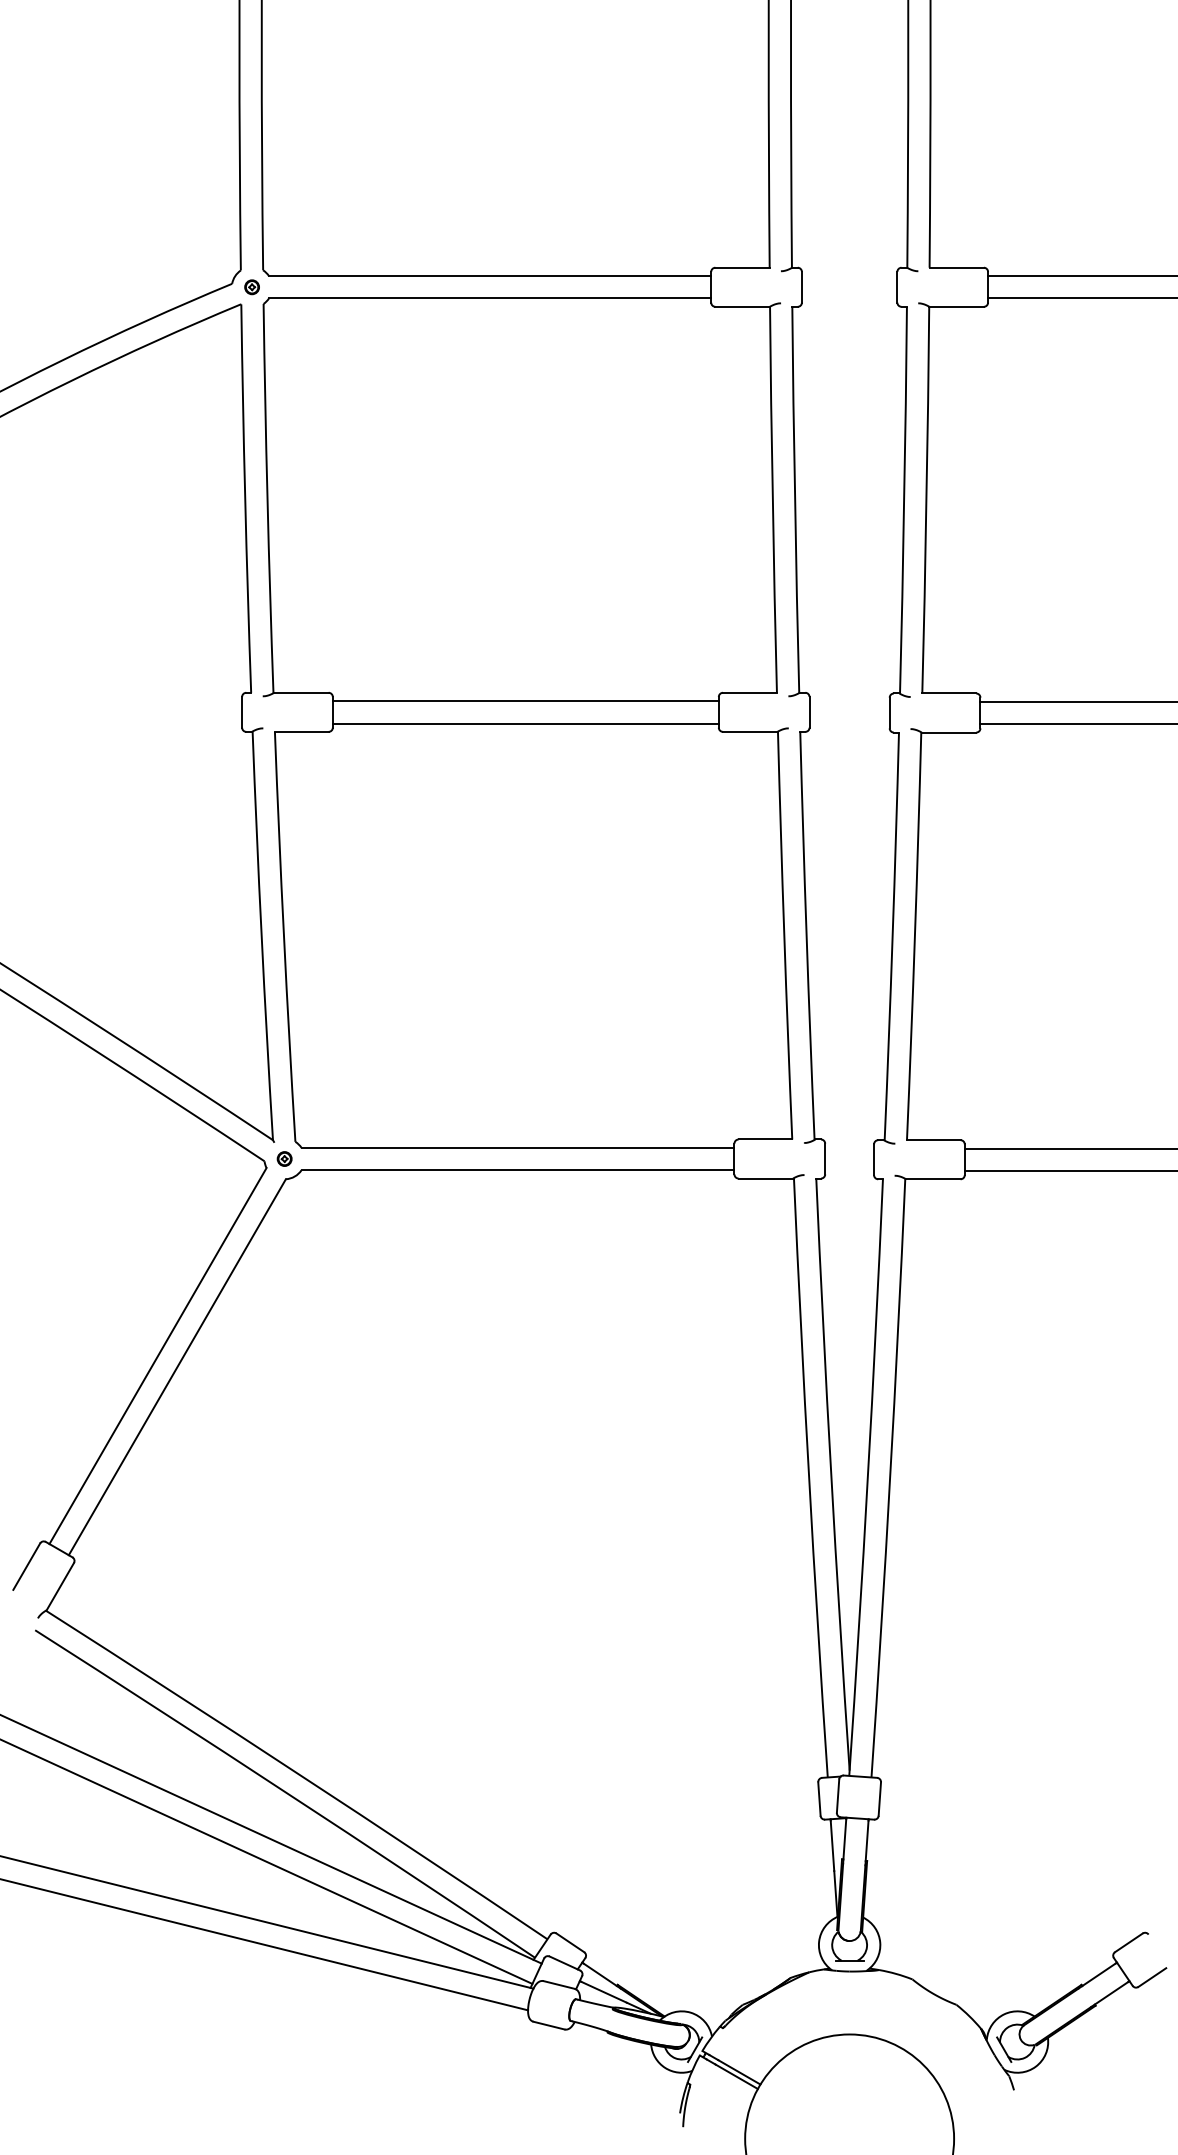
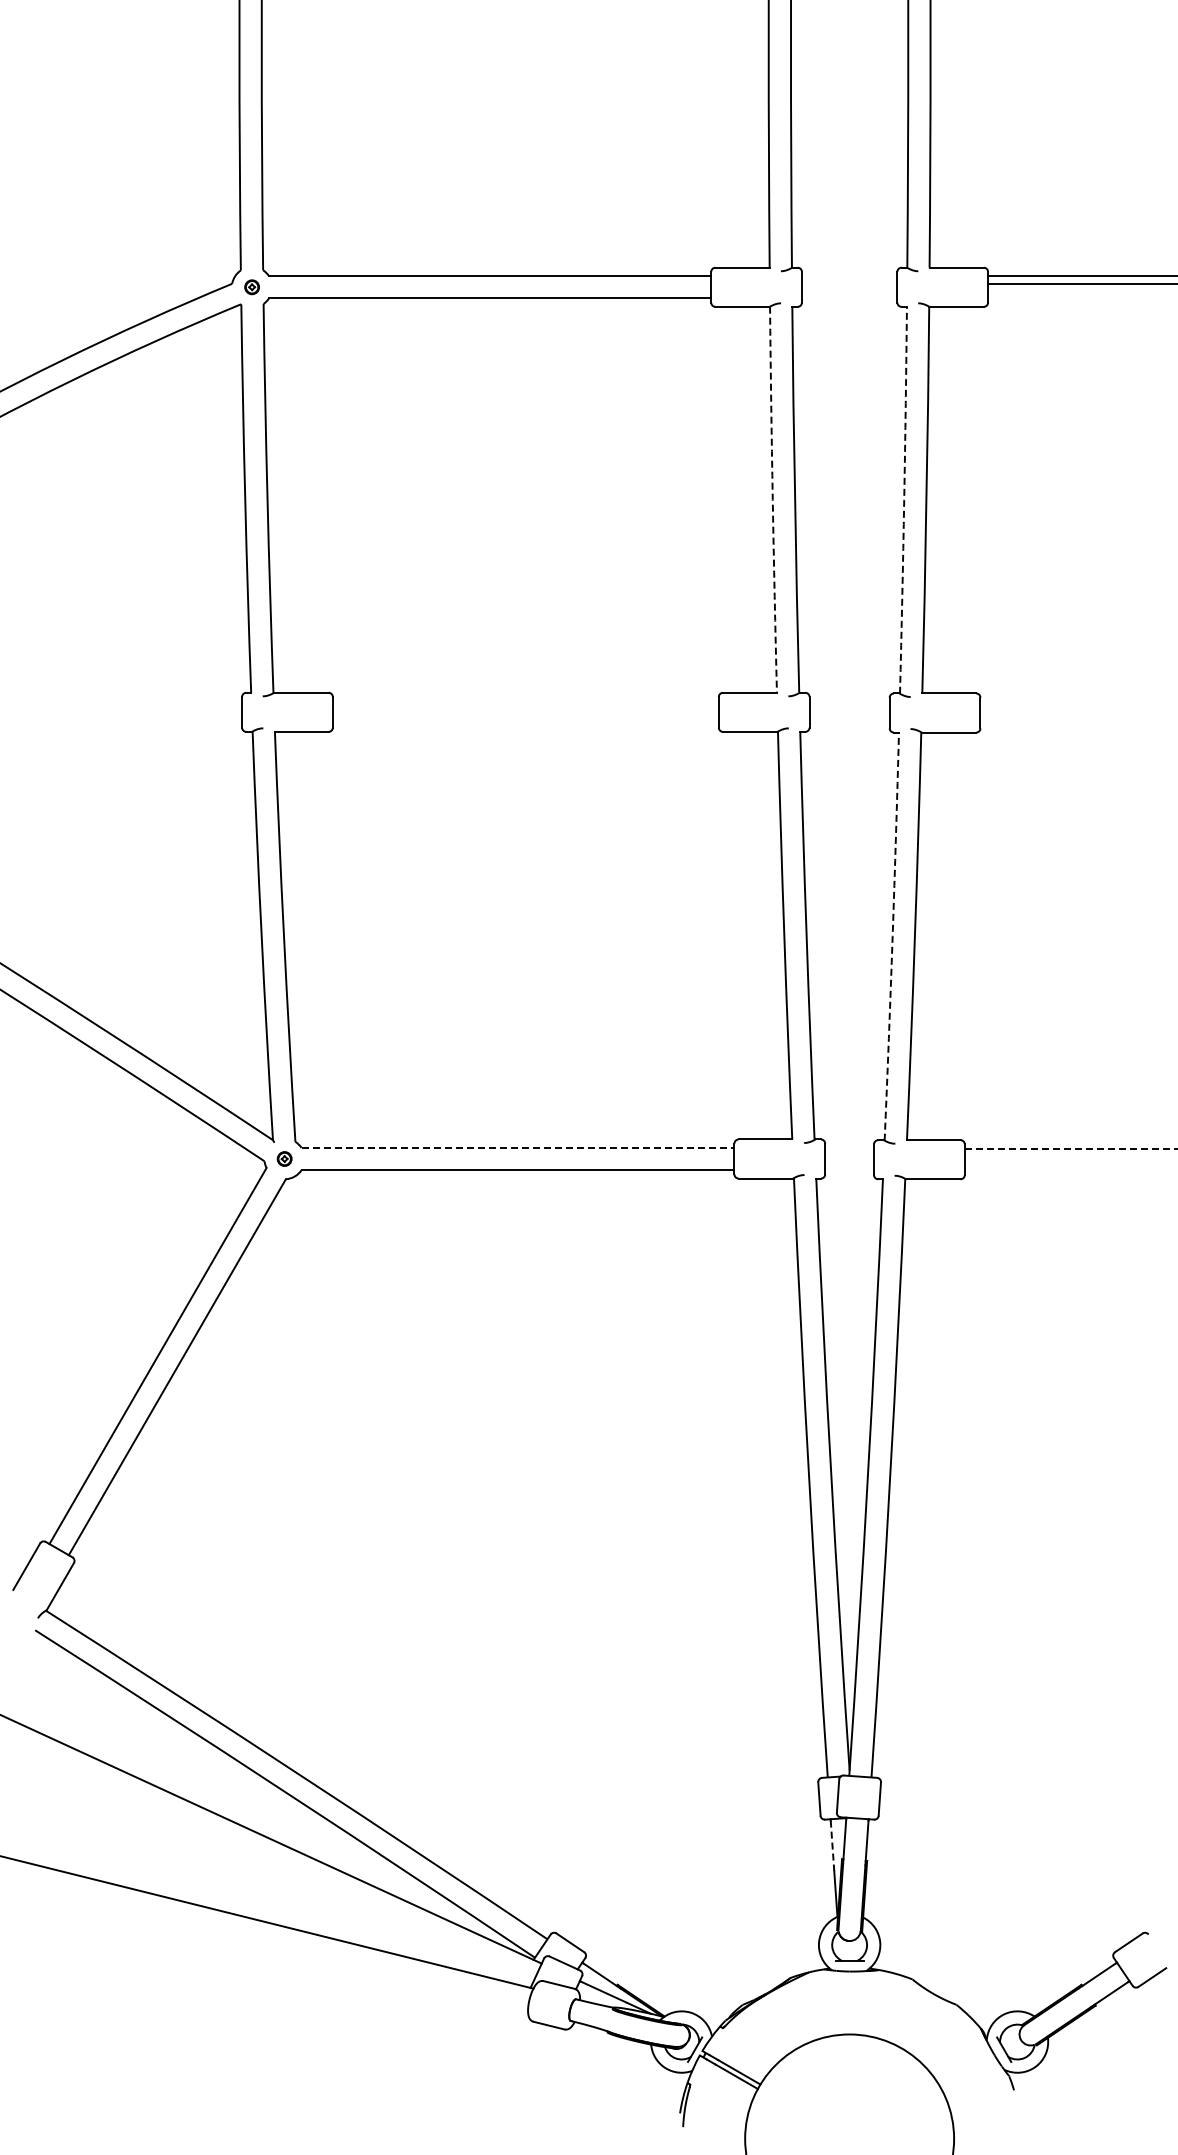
line at (1081, 298) position: (1081, 298) -> (1081, 284)
arc at (772, 499): solid -> dashed
arc at (904, 500): solid -> dashed
line at (525, 701): present -> none
line at (1077, 701): present -> none
line at (525, 723): present -> none
line at (1077, 724): present -> none
arc at (892, 936): solid -> dashed
line at (518, 1147): solid -> dashed
line at (1071, 1148): solid -> dashed
line at (1069, 1170): present -> none
line at (832, 1846): solid -> dashed
line at (267, 1861): present -> none
line at (265, 1944): present -> none
